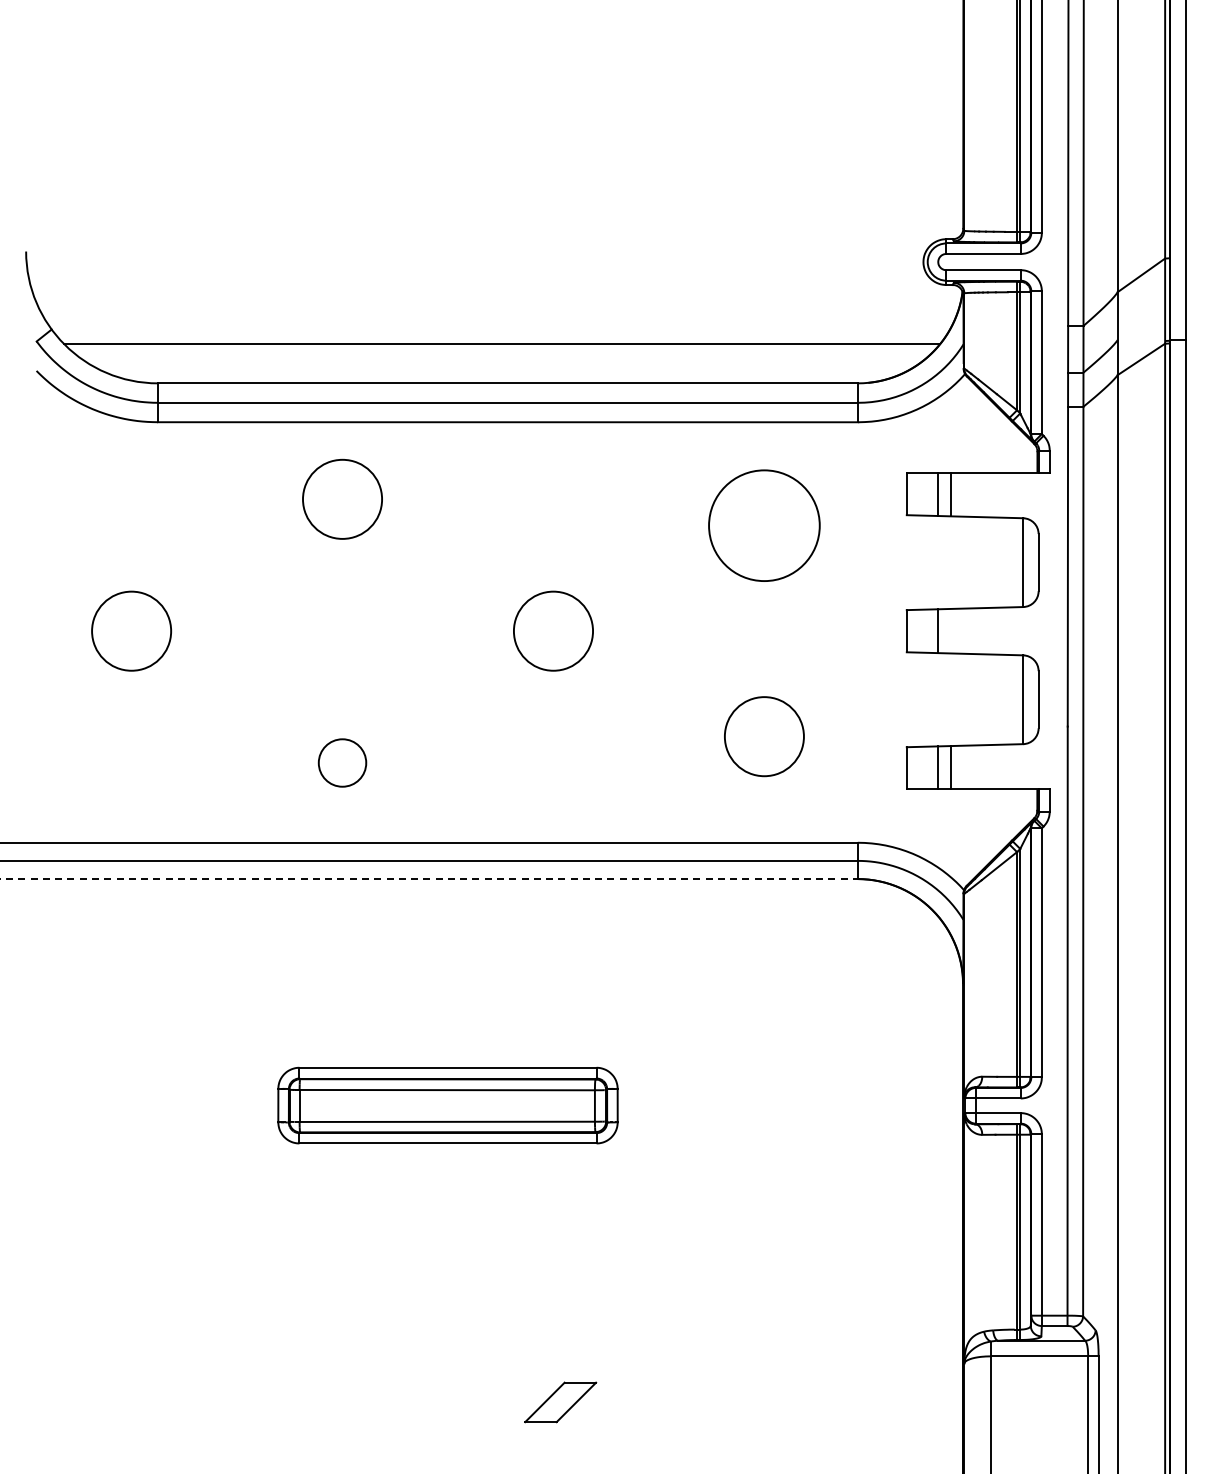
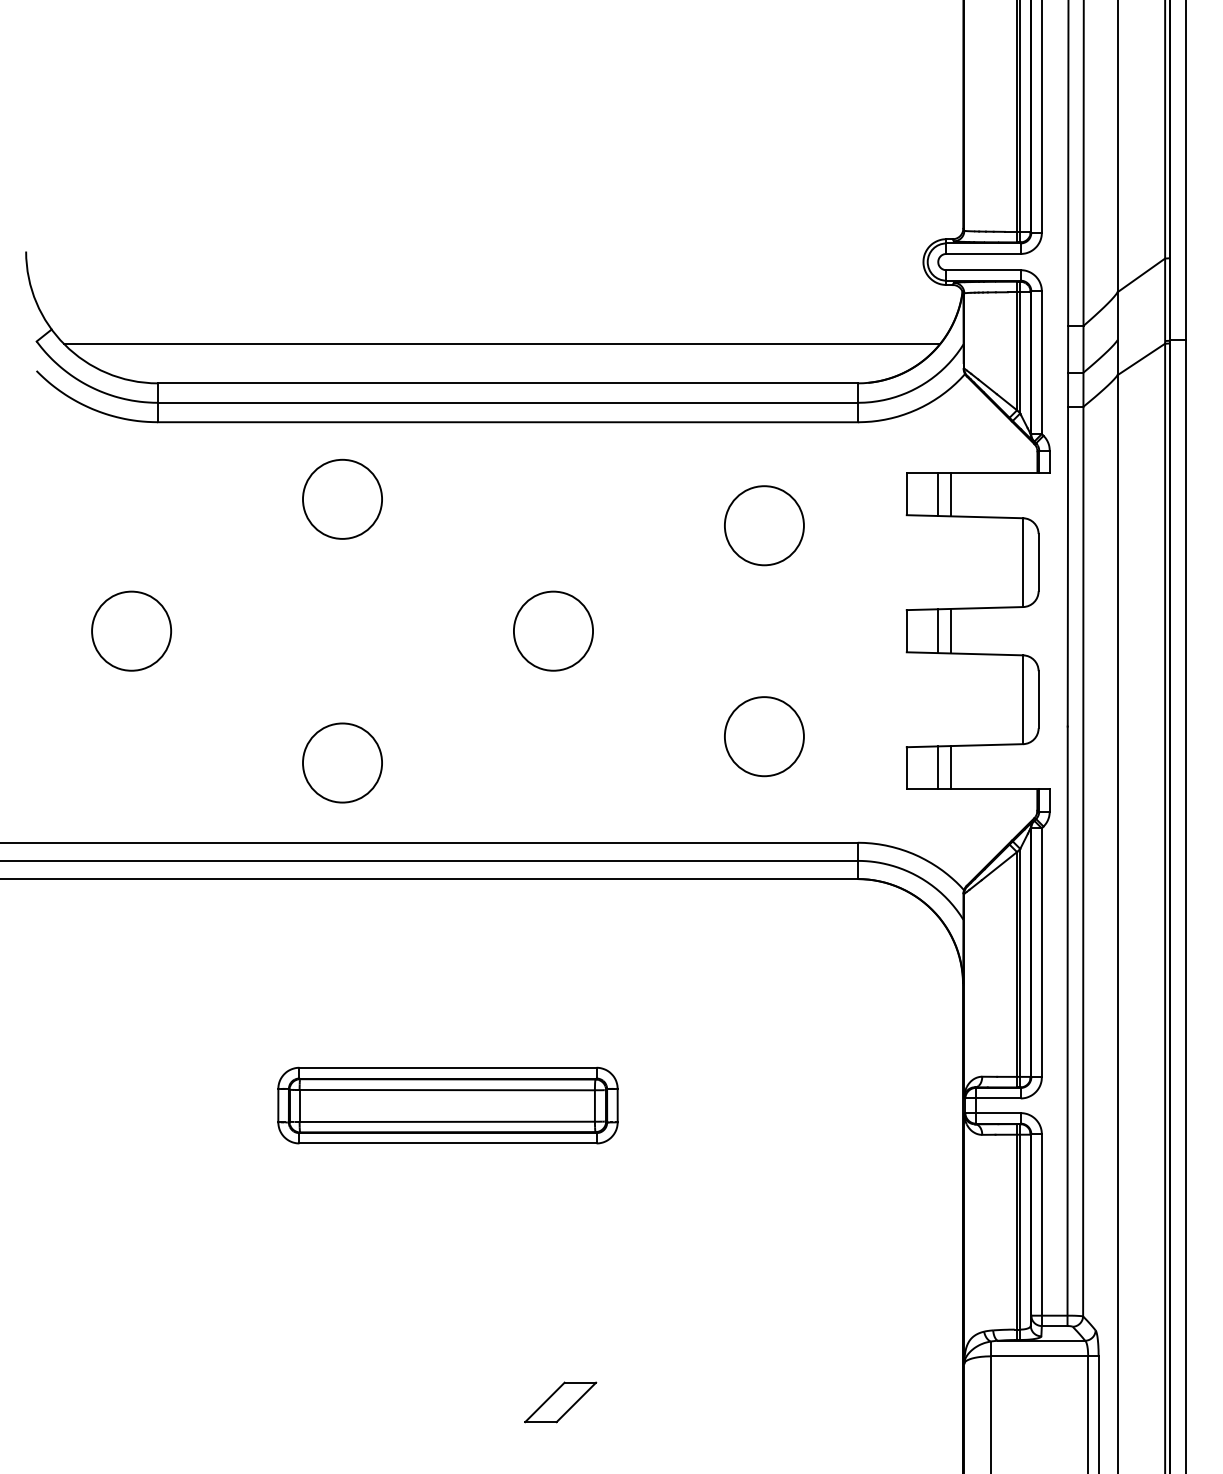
circle at (764, 525) diameter: 111 px -> 79 px
line at (951, 630): none -> present
circle at (342, 762) size: 51x50 px -> 81x82 px
line at (429, 879): dashed -> solid
